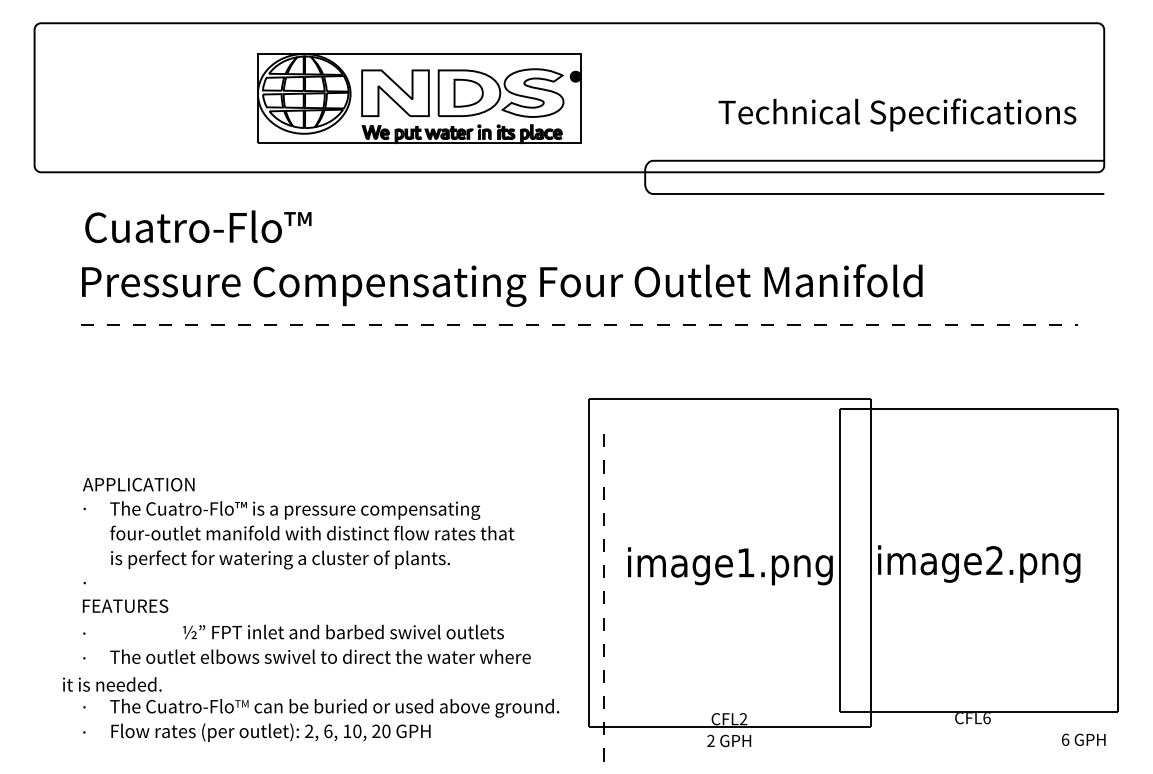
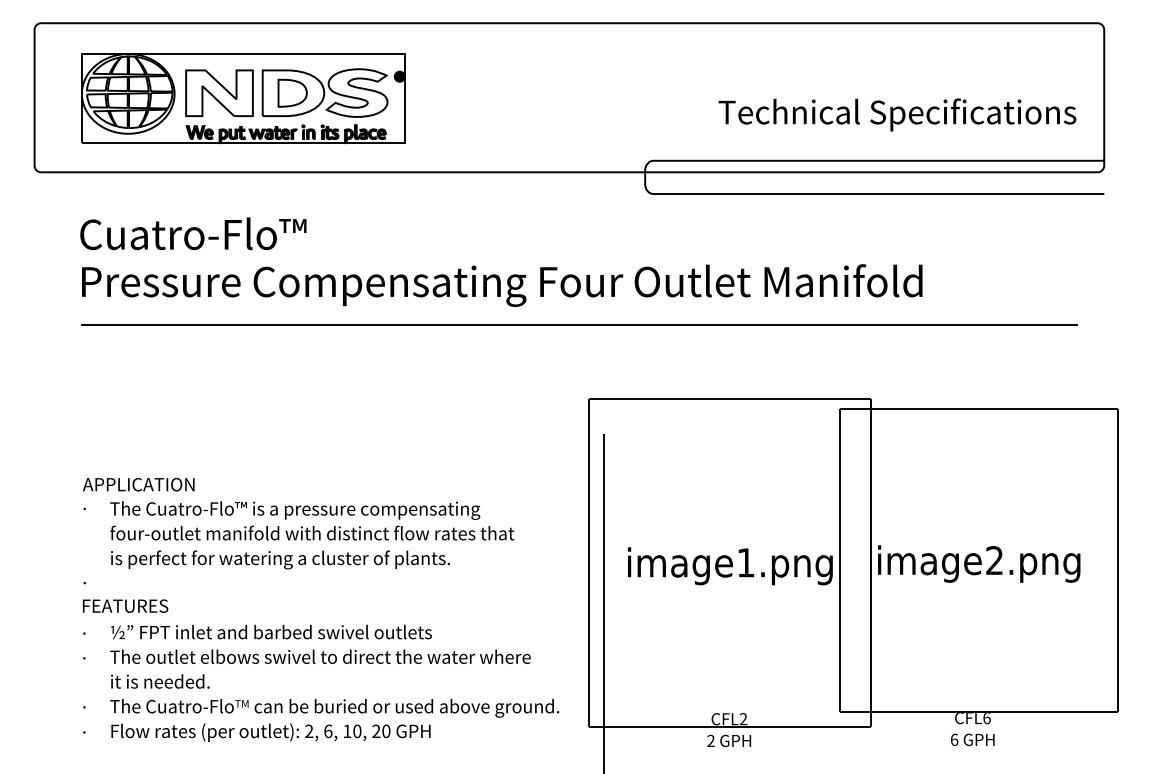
part at (419, 98) position: (419, 98) -> (243, 98)
text at (198, 226) position: (198, 226) -> (193, 233)
line at (579, 324): dashed -> solid
line at (603, 604): dashed -> solid
text at (343, 631) position: (343, 631) -> (271, 631)
text at (112, 684) position: (112, 684) -> (160, 681)
text at (1083, 739) position: (1083, 739) -> (972, 739)
